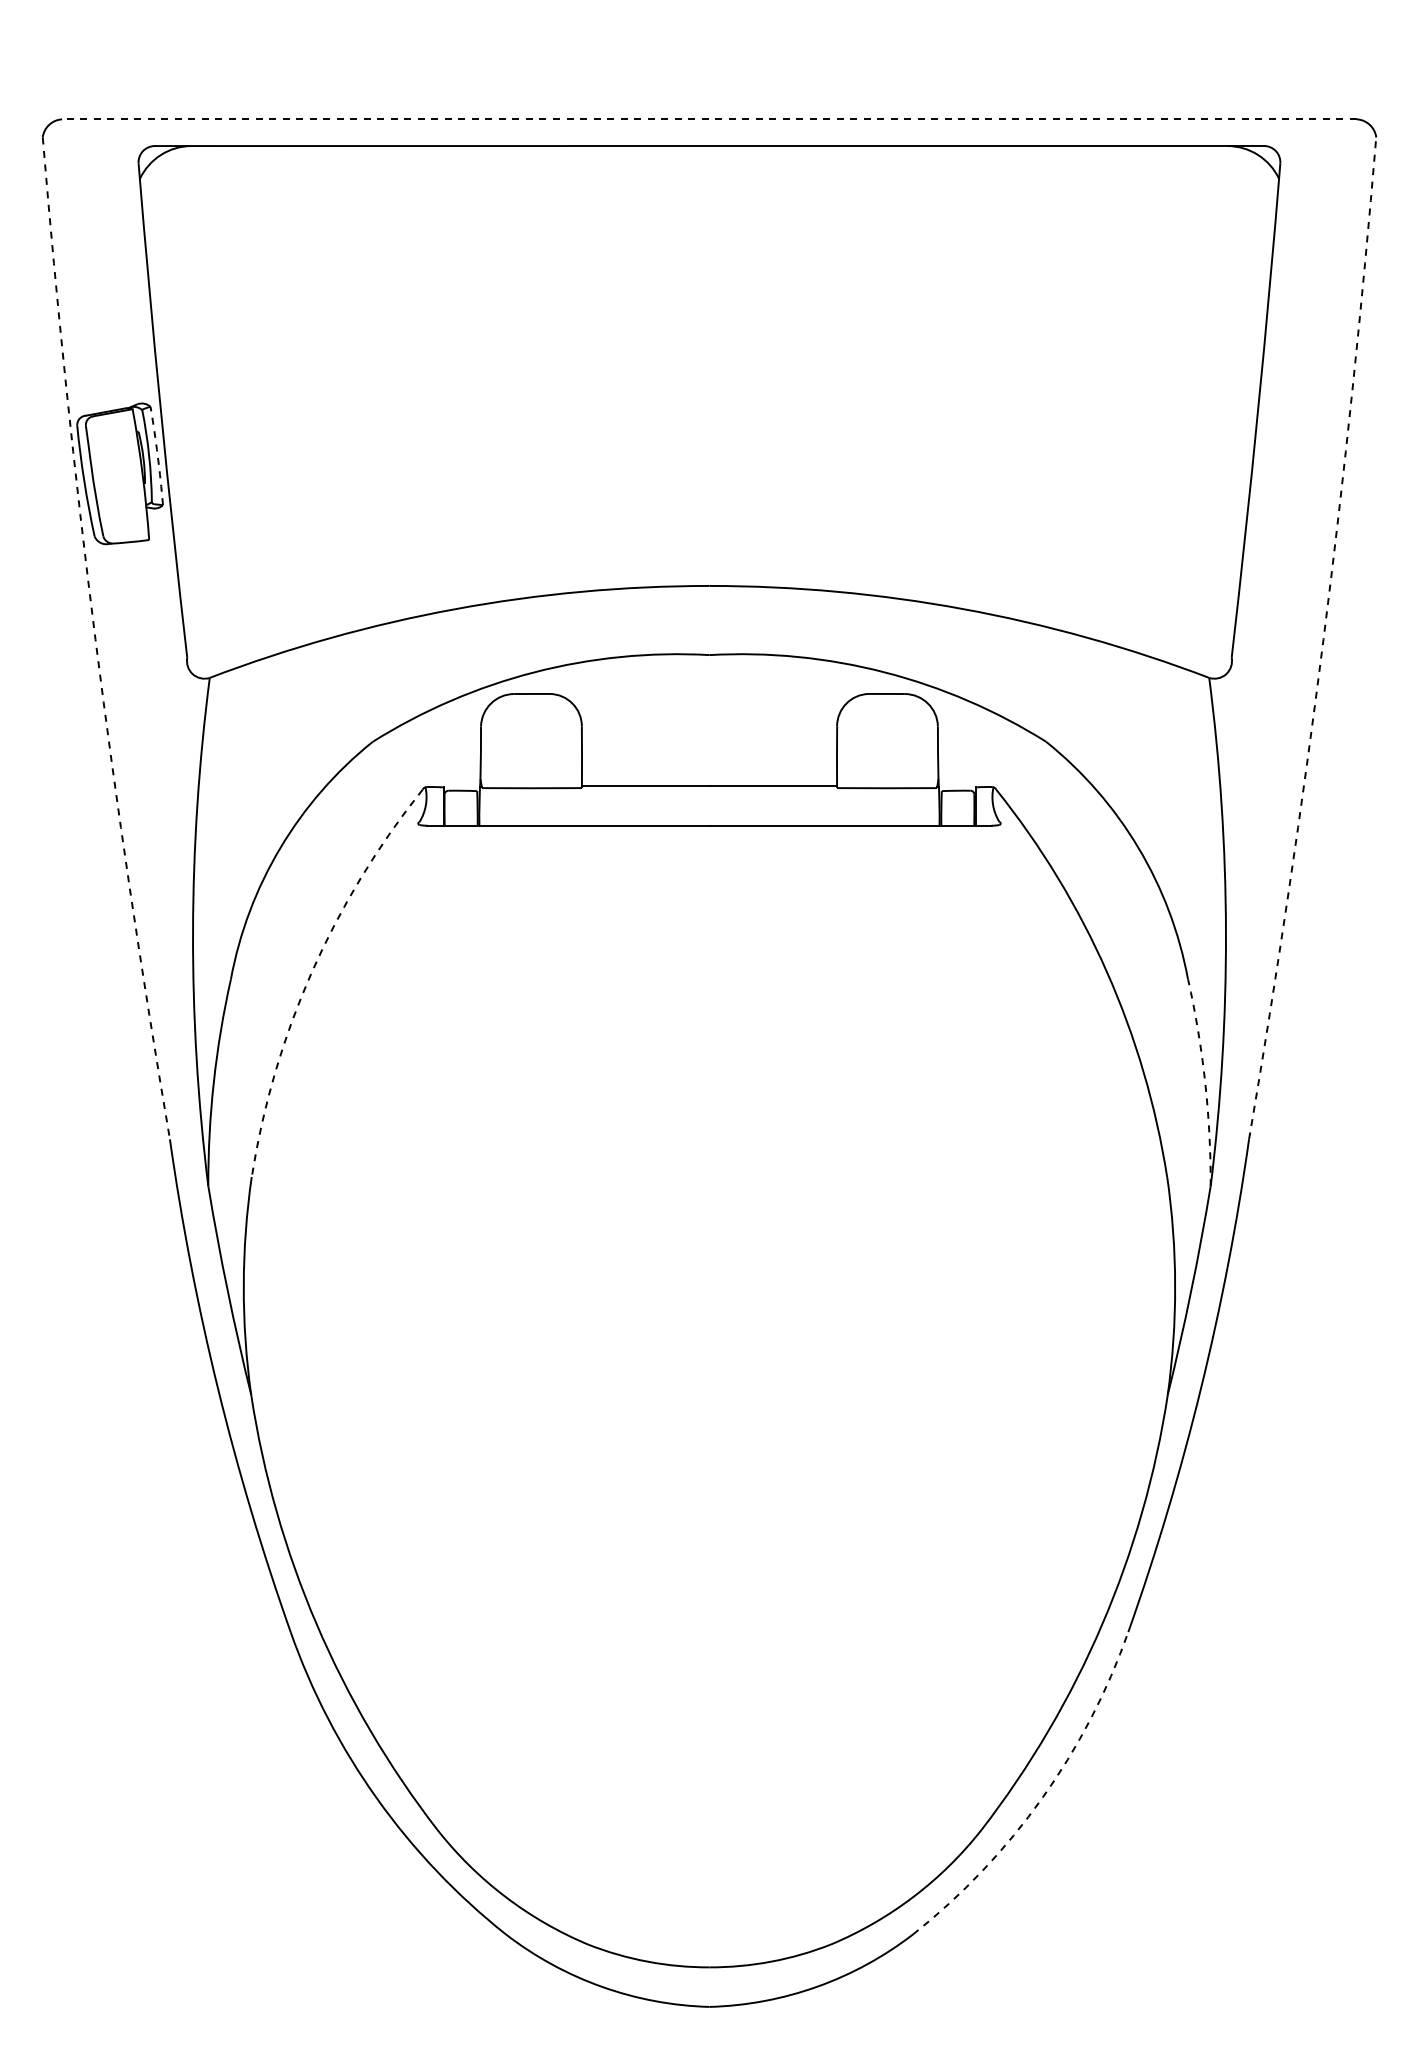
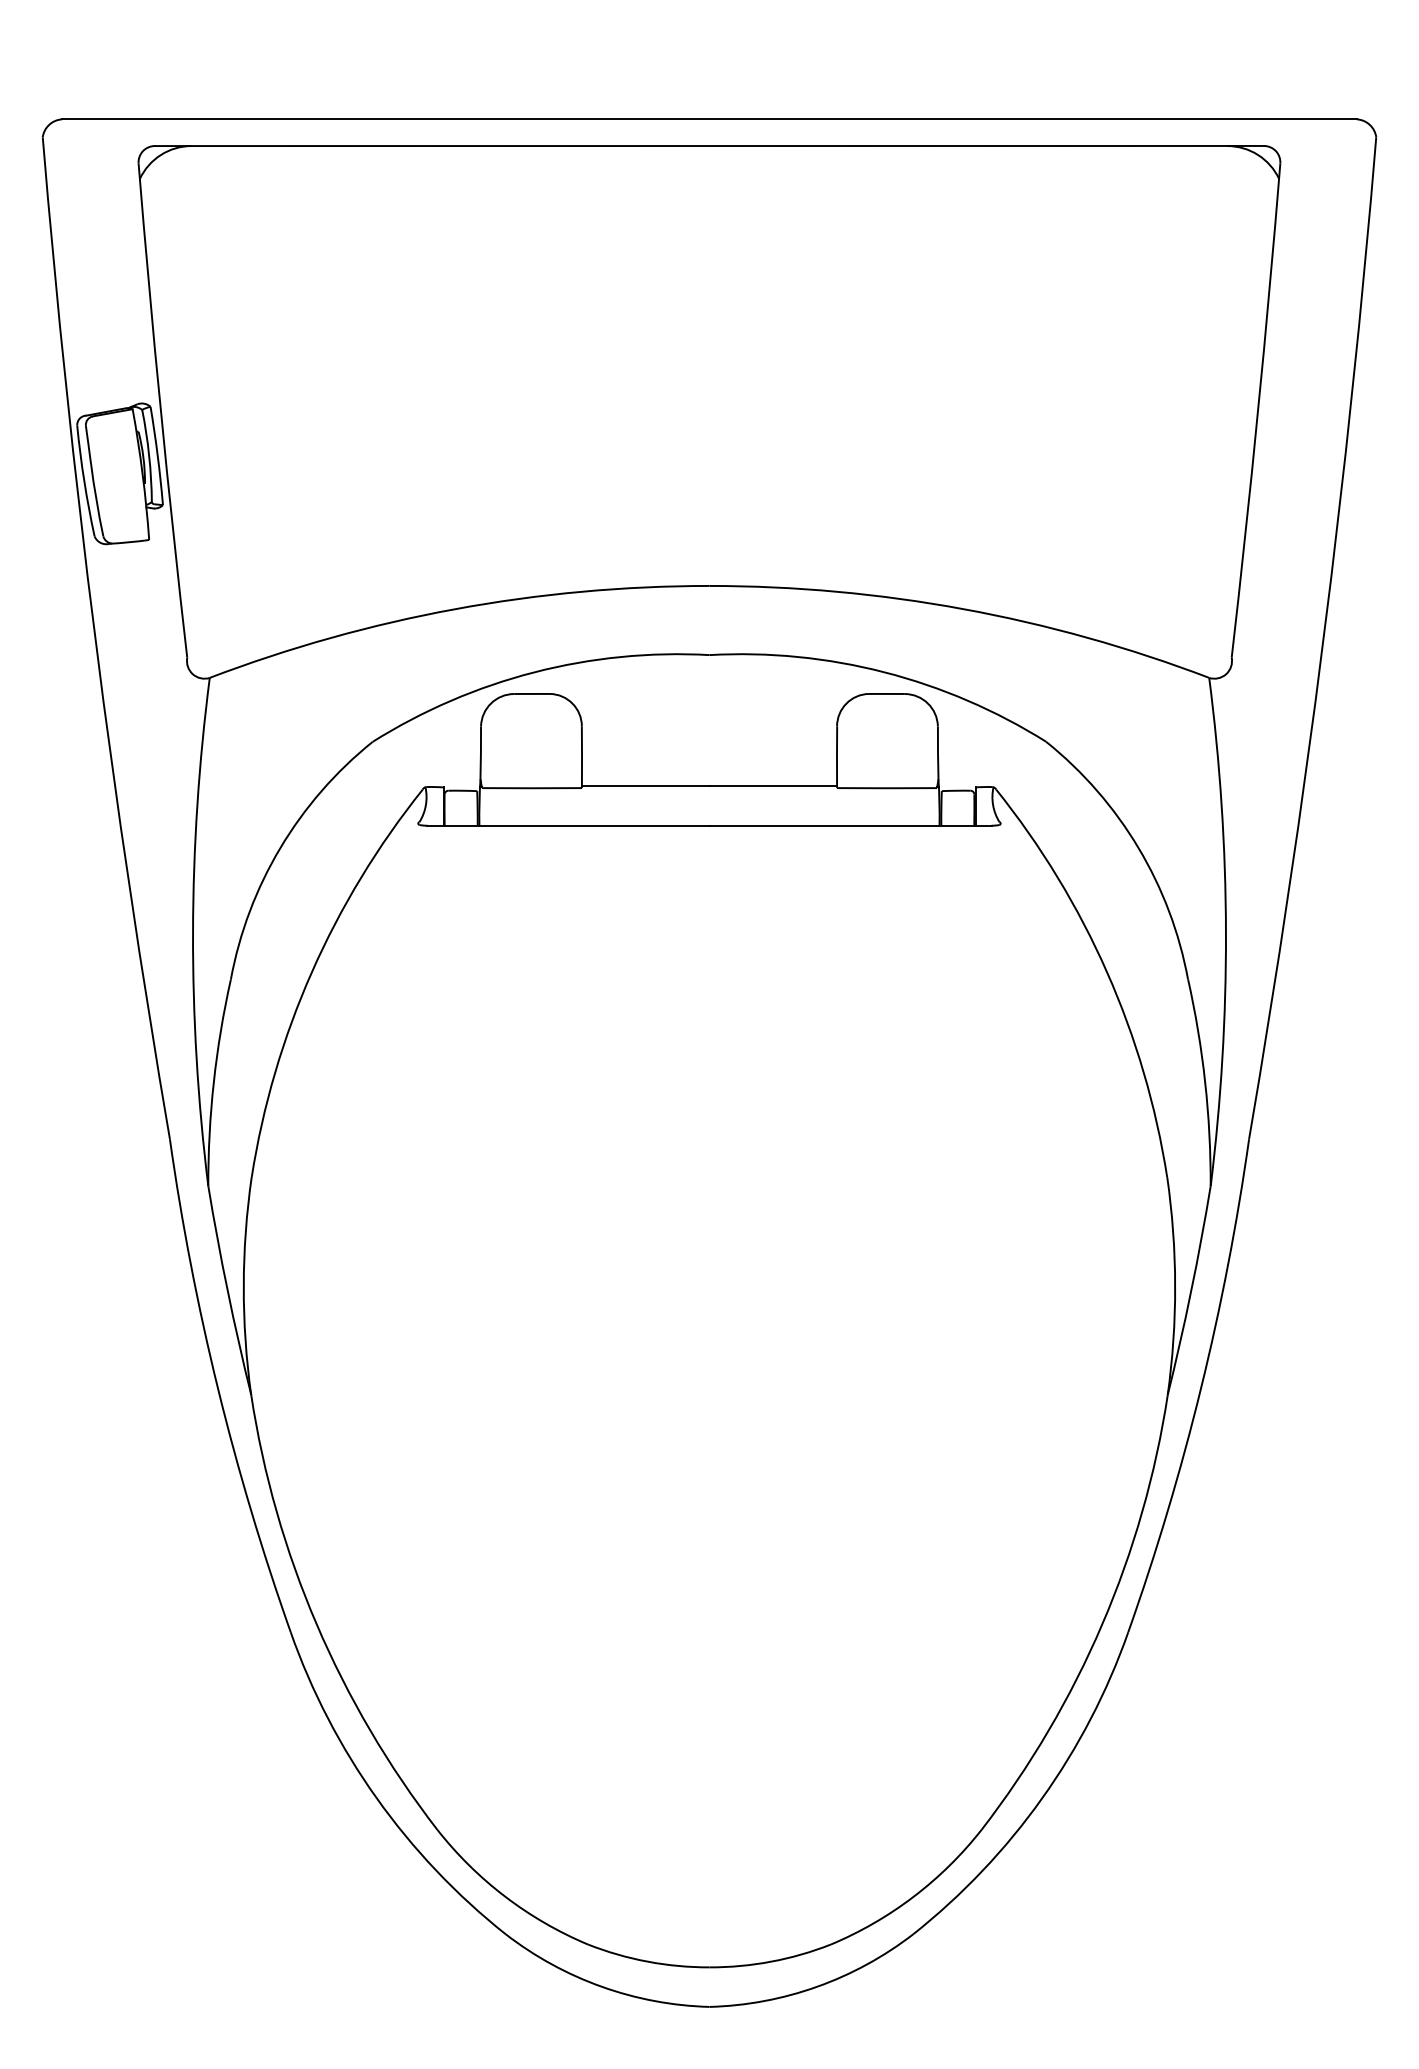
line at (708, 119): dashed -> solid
arc at (157, 455): dashed -> solid
arc at (95, 639): dashed -> solid
arc at (1323, 639): dashed -> solid
arc at (311, 972): dashed -> solid
arc at (1205, 1082): dashed -> solid
arc at (1042, 1798): dashed -> solid
